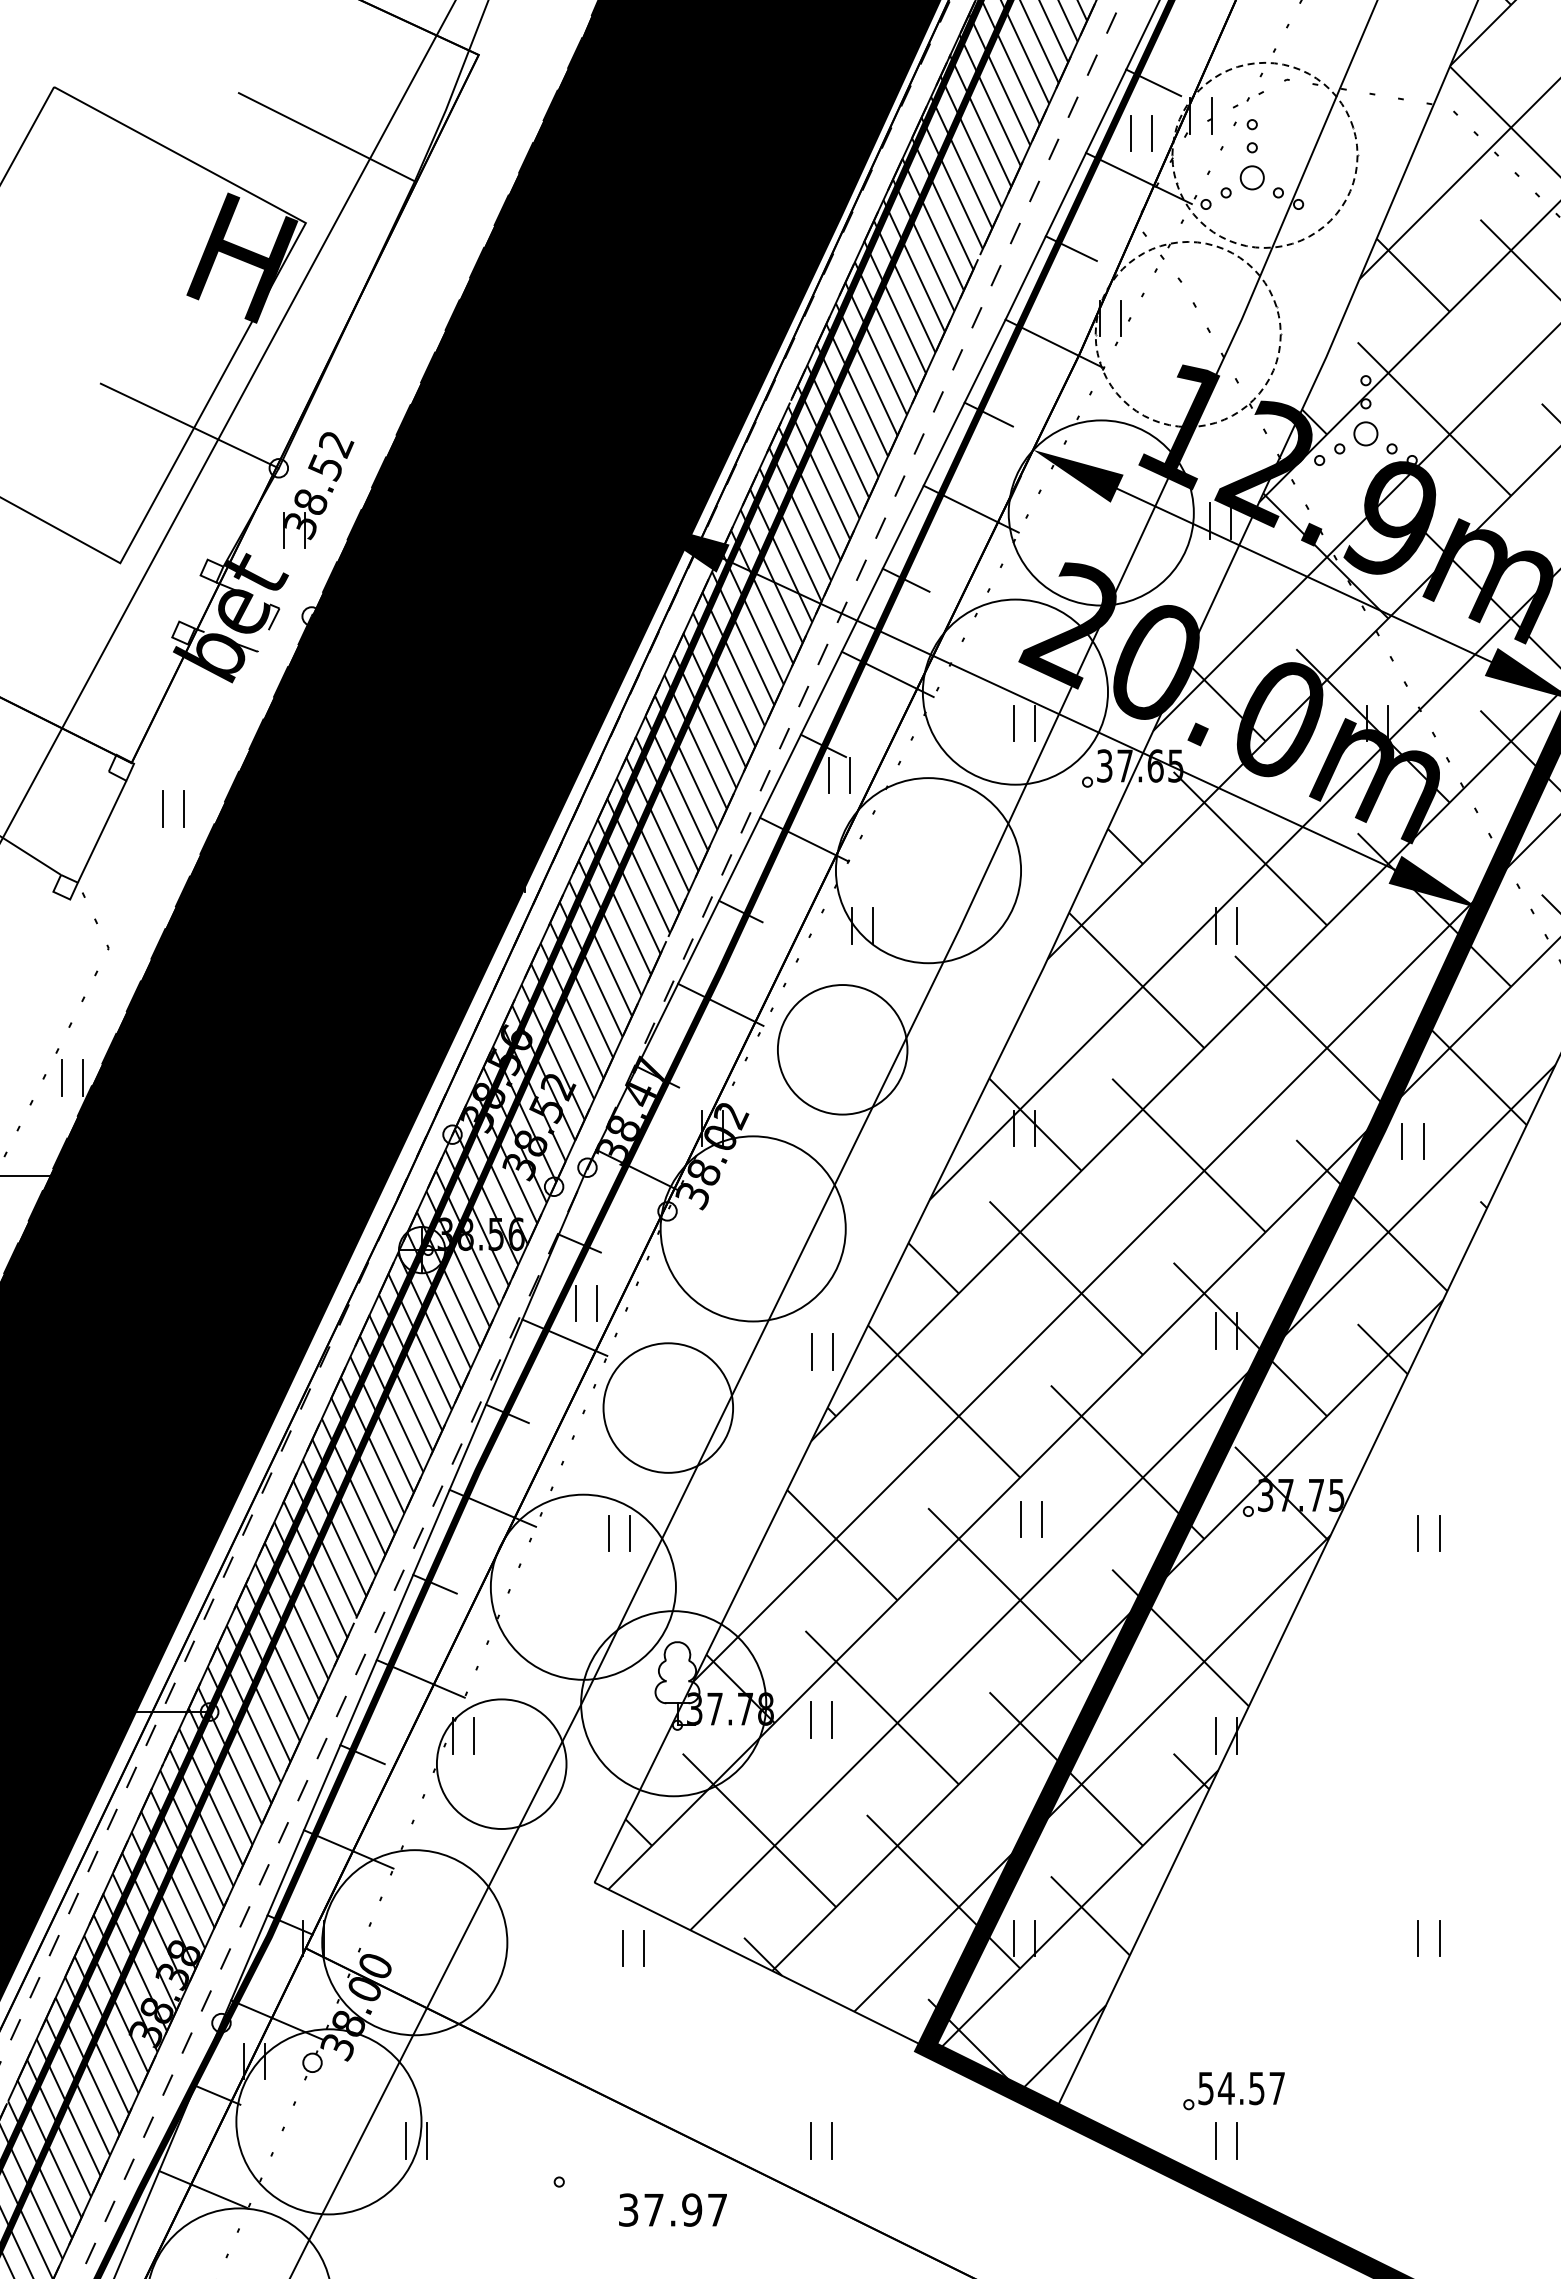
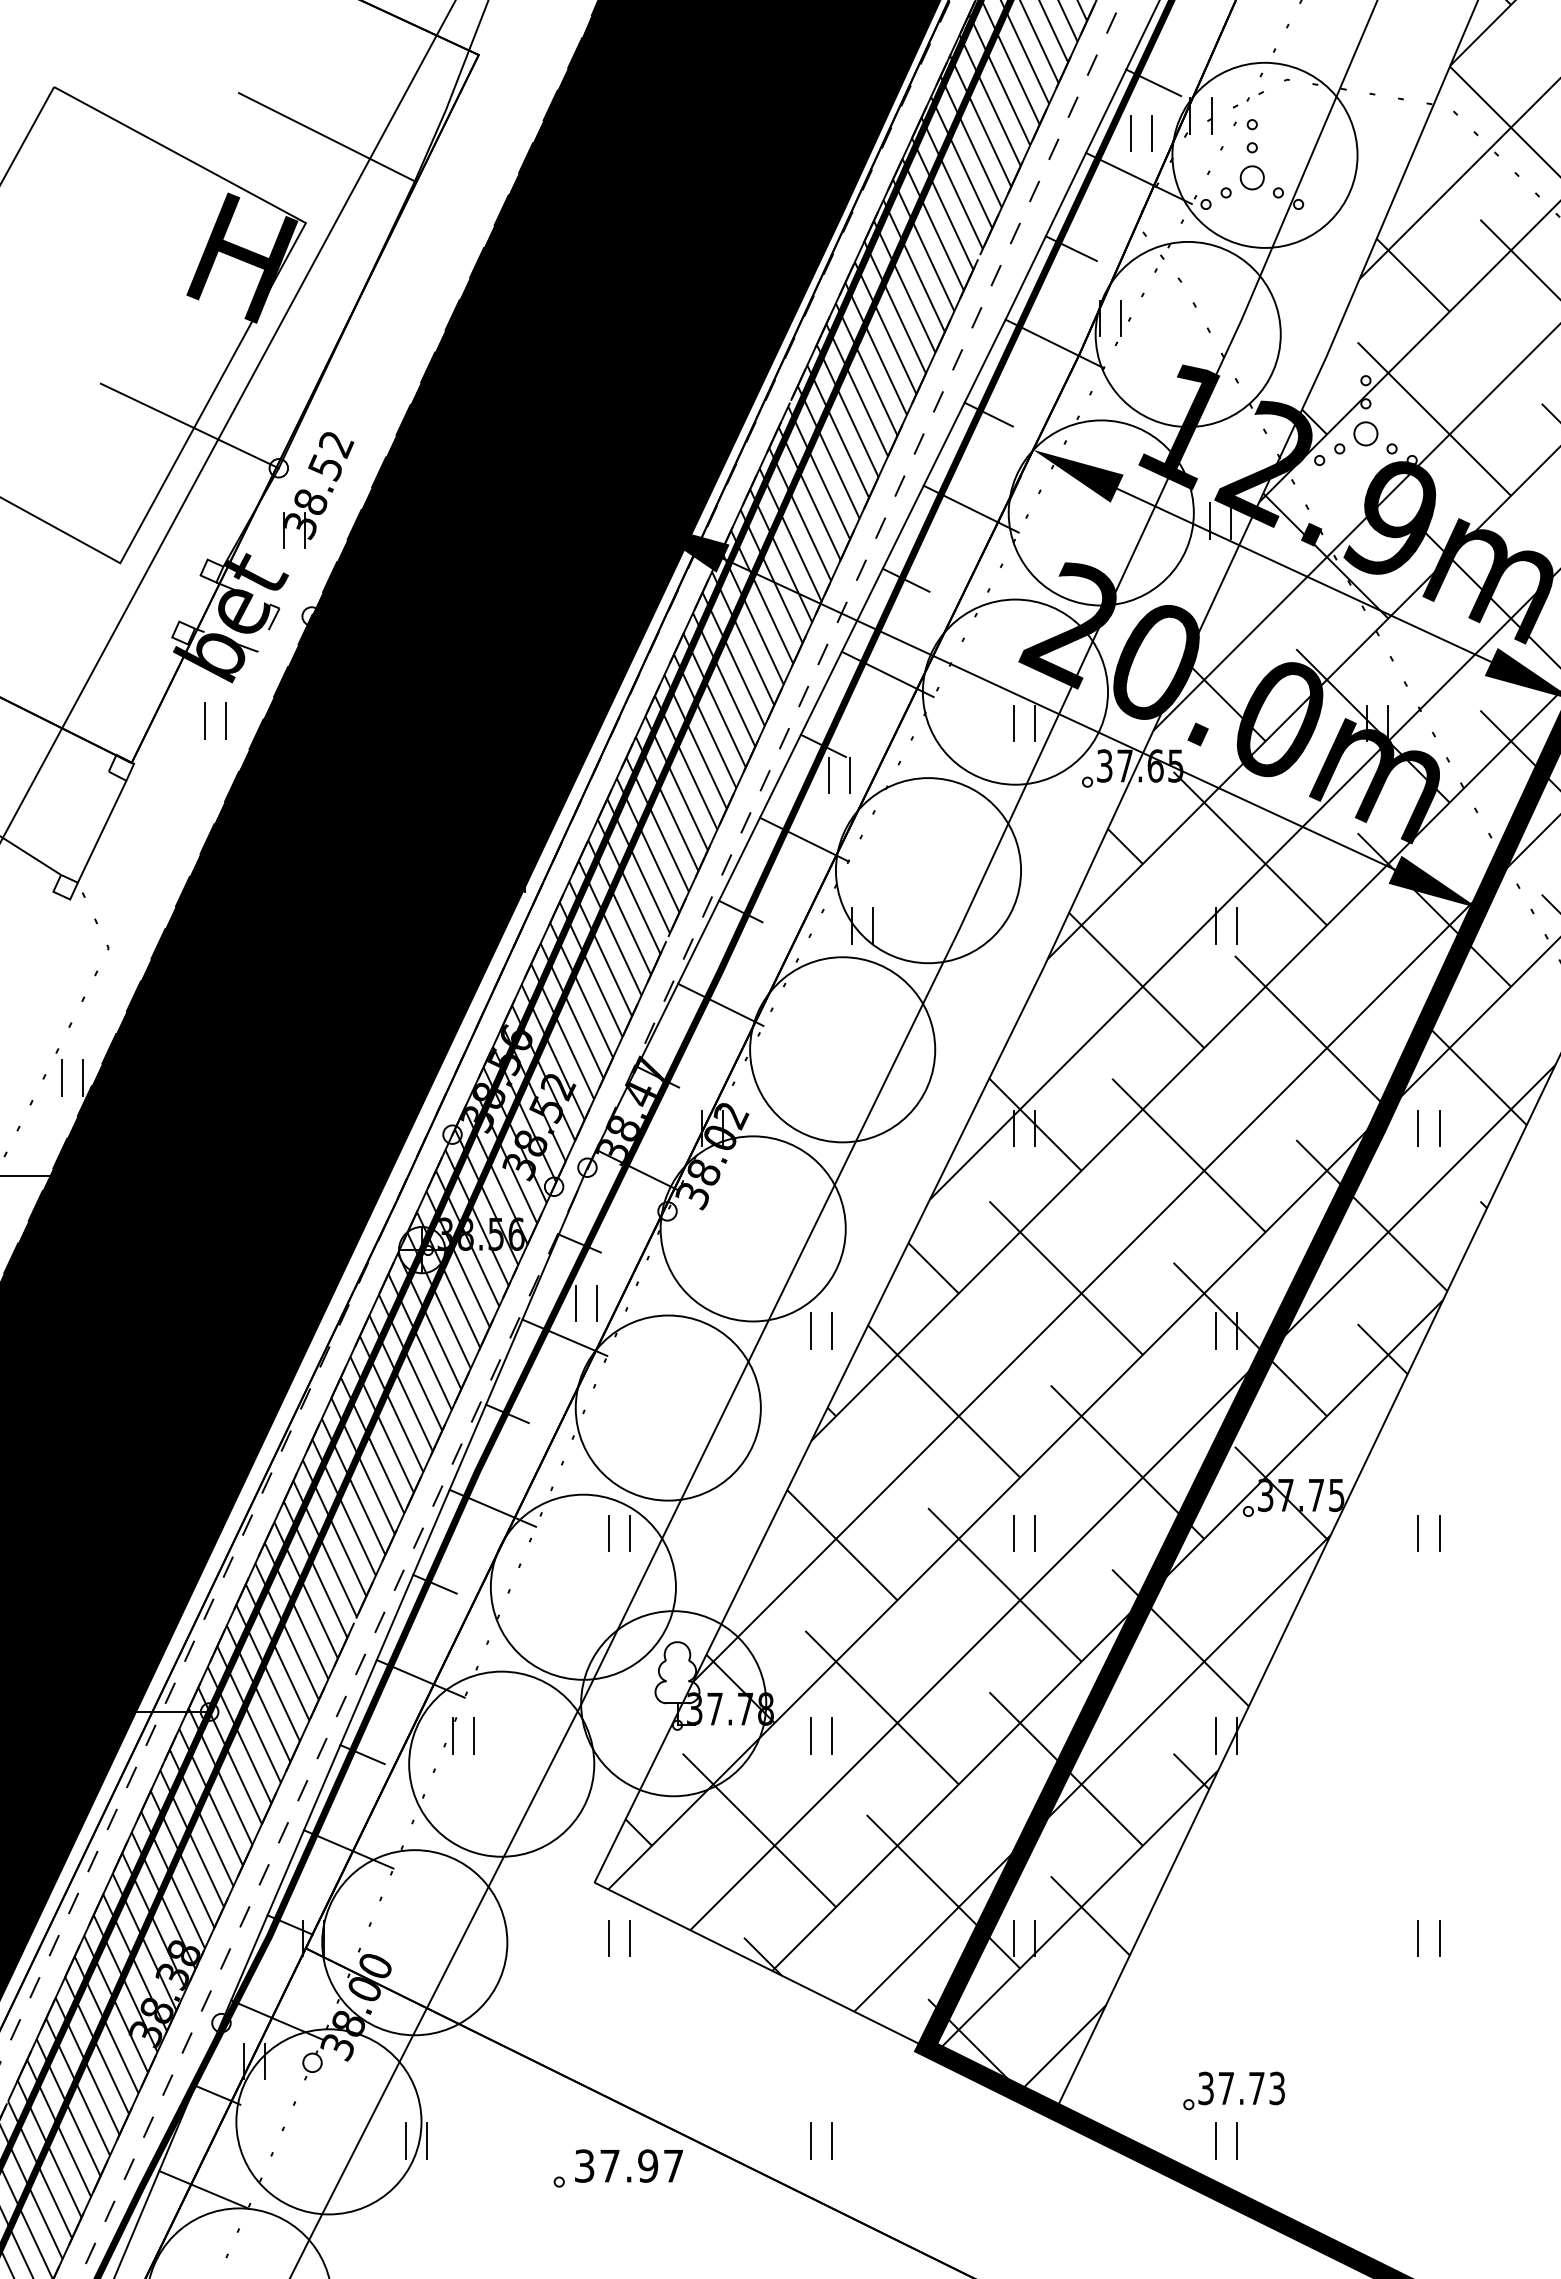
circle at (1264, 154): dashed -> solid
circle at (1187, 334): dashed -> solid
part at (163, 808) position: (163, 808) -> (205, 720)
circle at (842, 1049) diameter: 130 px -> 185 px
part at (1402, 1141) position: (1402, 1141) -> (1418, 1128)
part at (812, 1351) position: (812, 1351) -> (811, 1330)
circle at (668, 1407) diameter: 130 px -> 185 px
part at (1021, 1519) position: (1021, 1519) -> (1014, 1533)
part at (811, 1719) position: (811, 1719) -> (811, 1735)
circle at (501, 1764) diameter: 130 px -> 185 px
part at (623, 1948) position: (623, 1948) -> (609, 1938)
text at (1241, 2088): 54.57 -> 37.73
text at (672, 2209) position: (672, 2209) -> (628, 2165)
